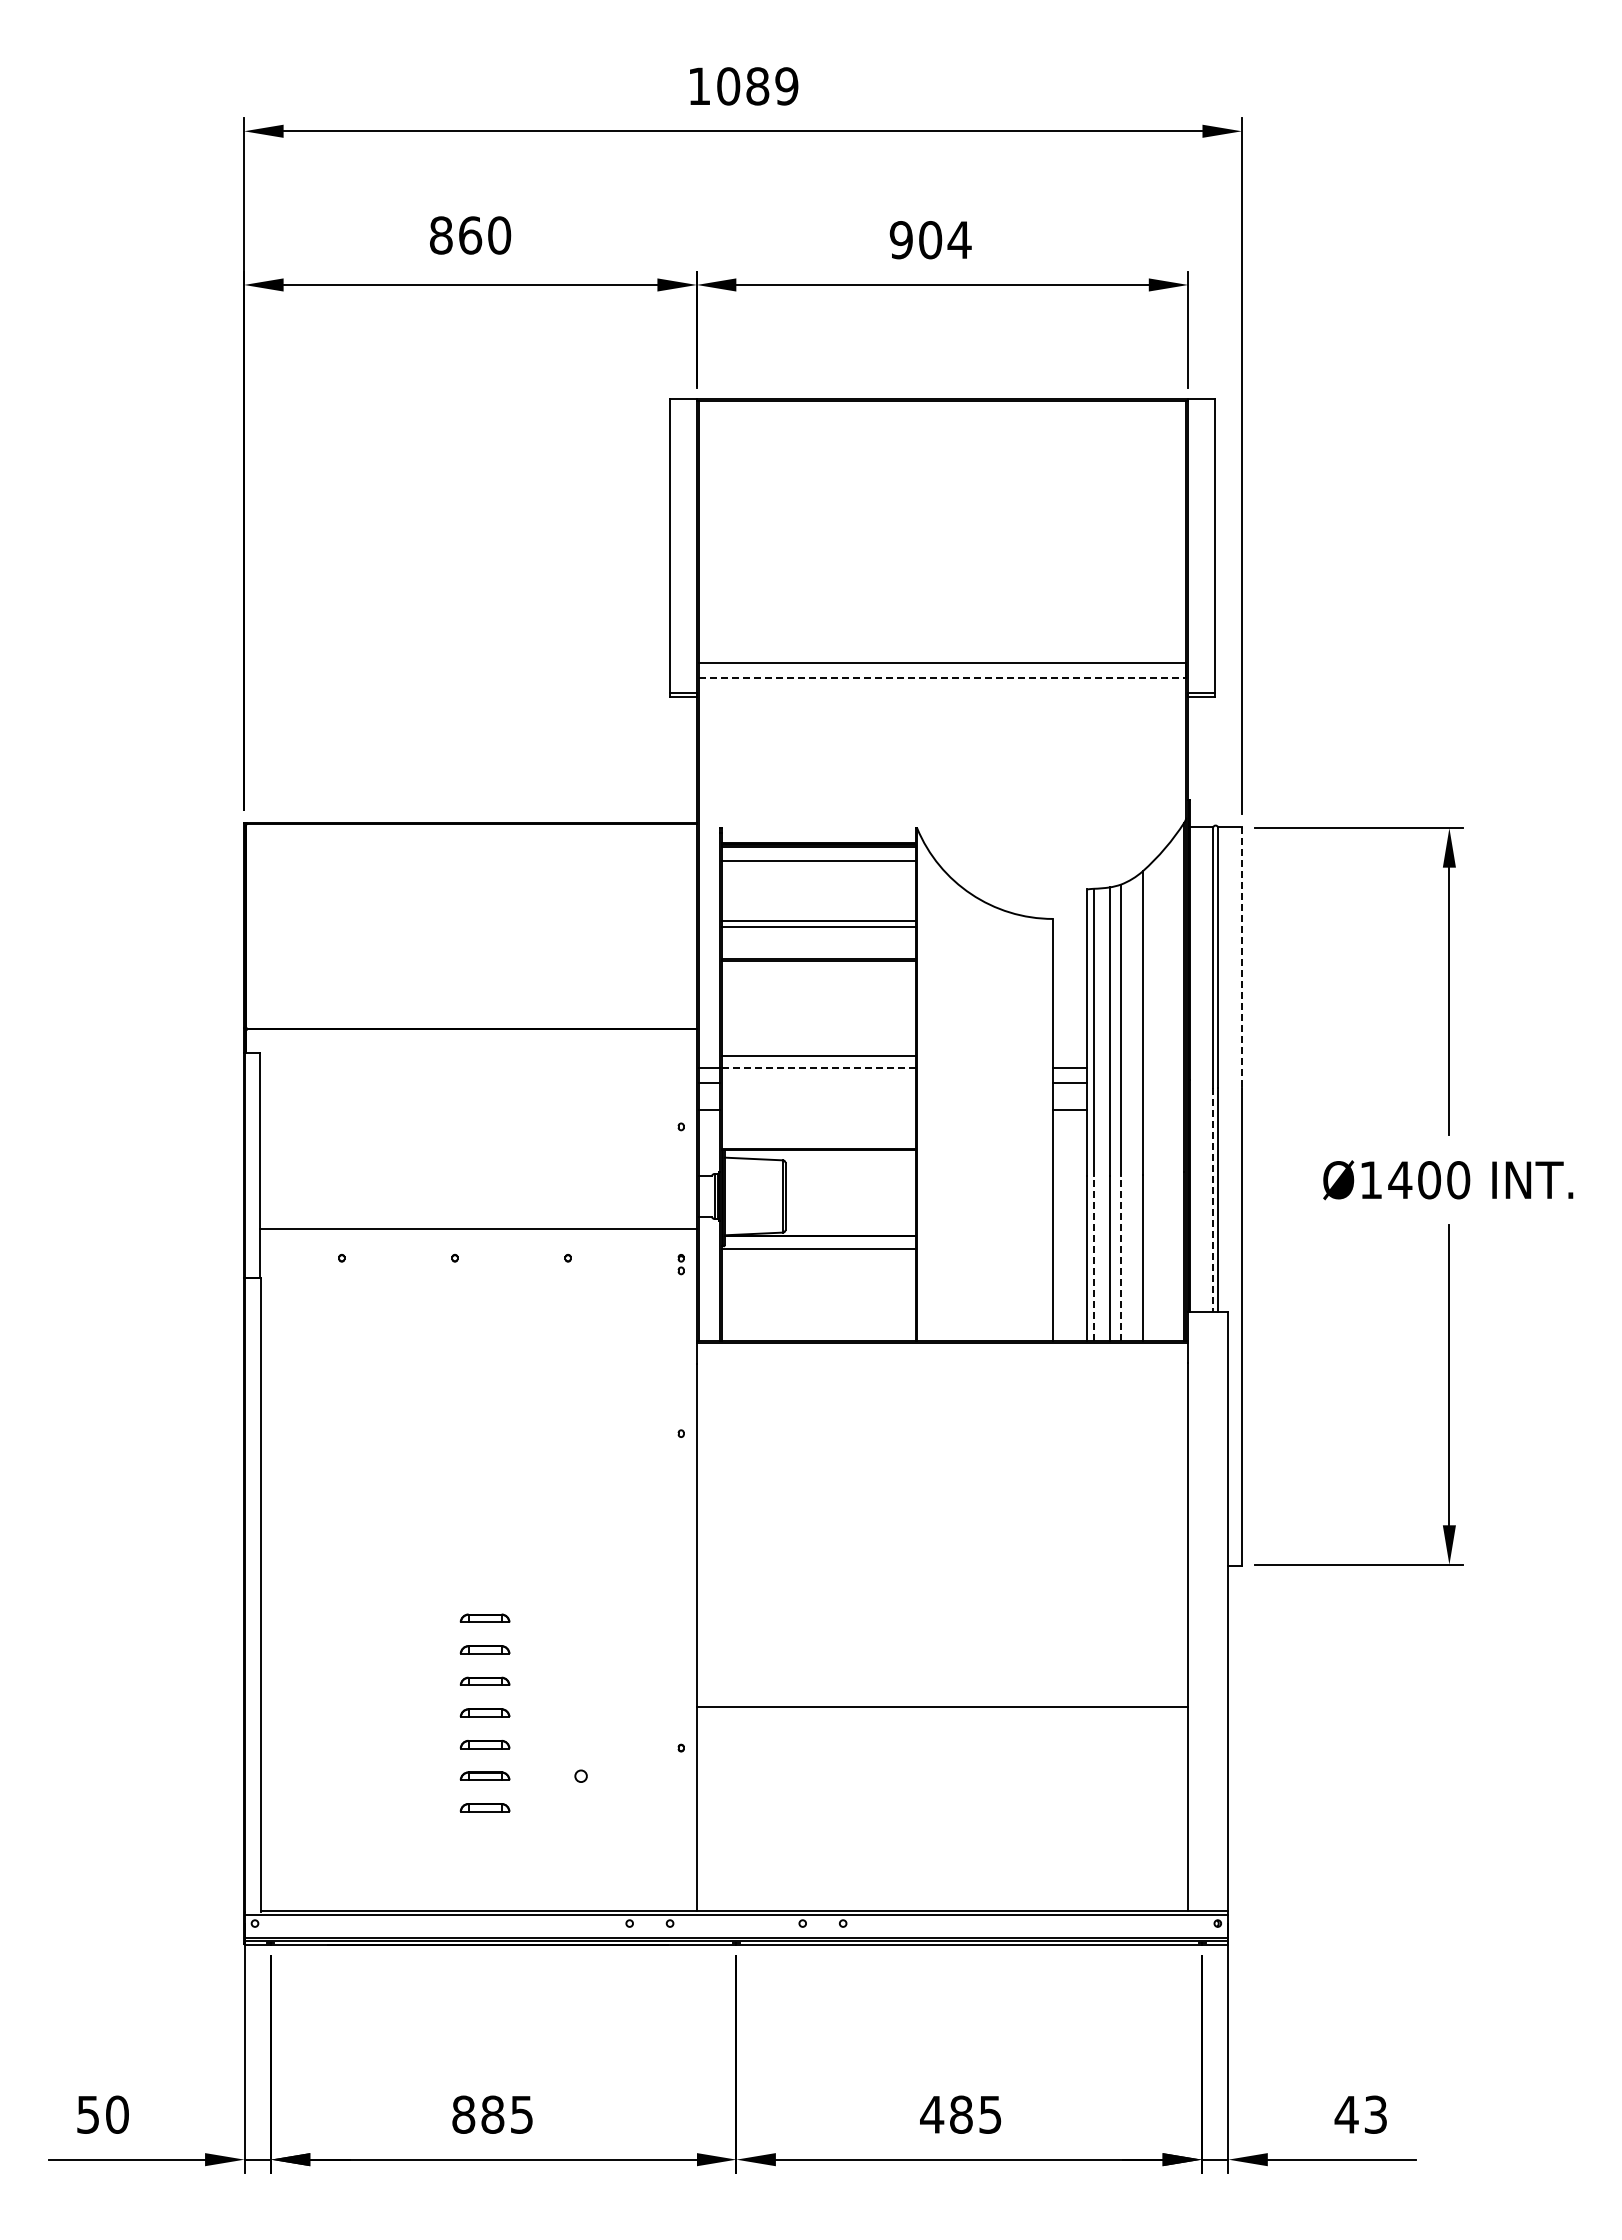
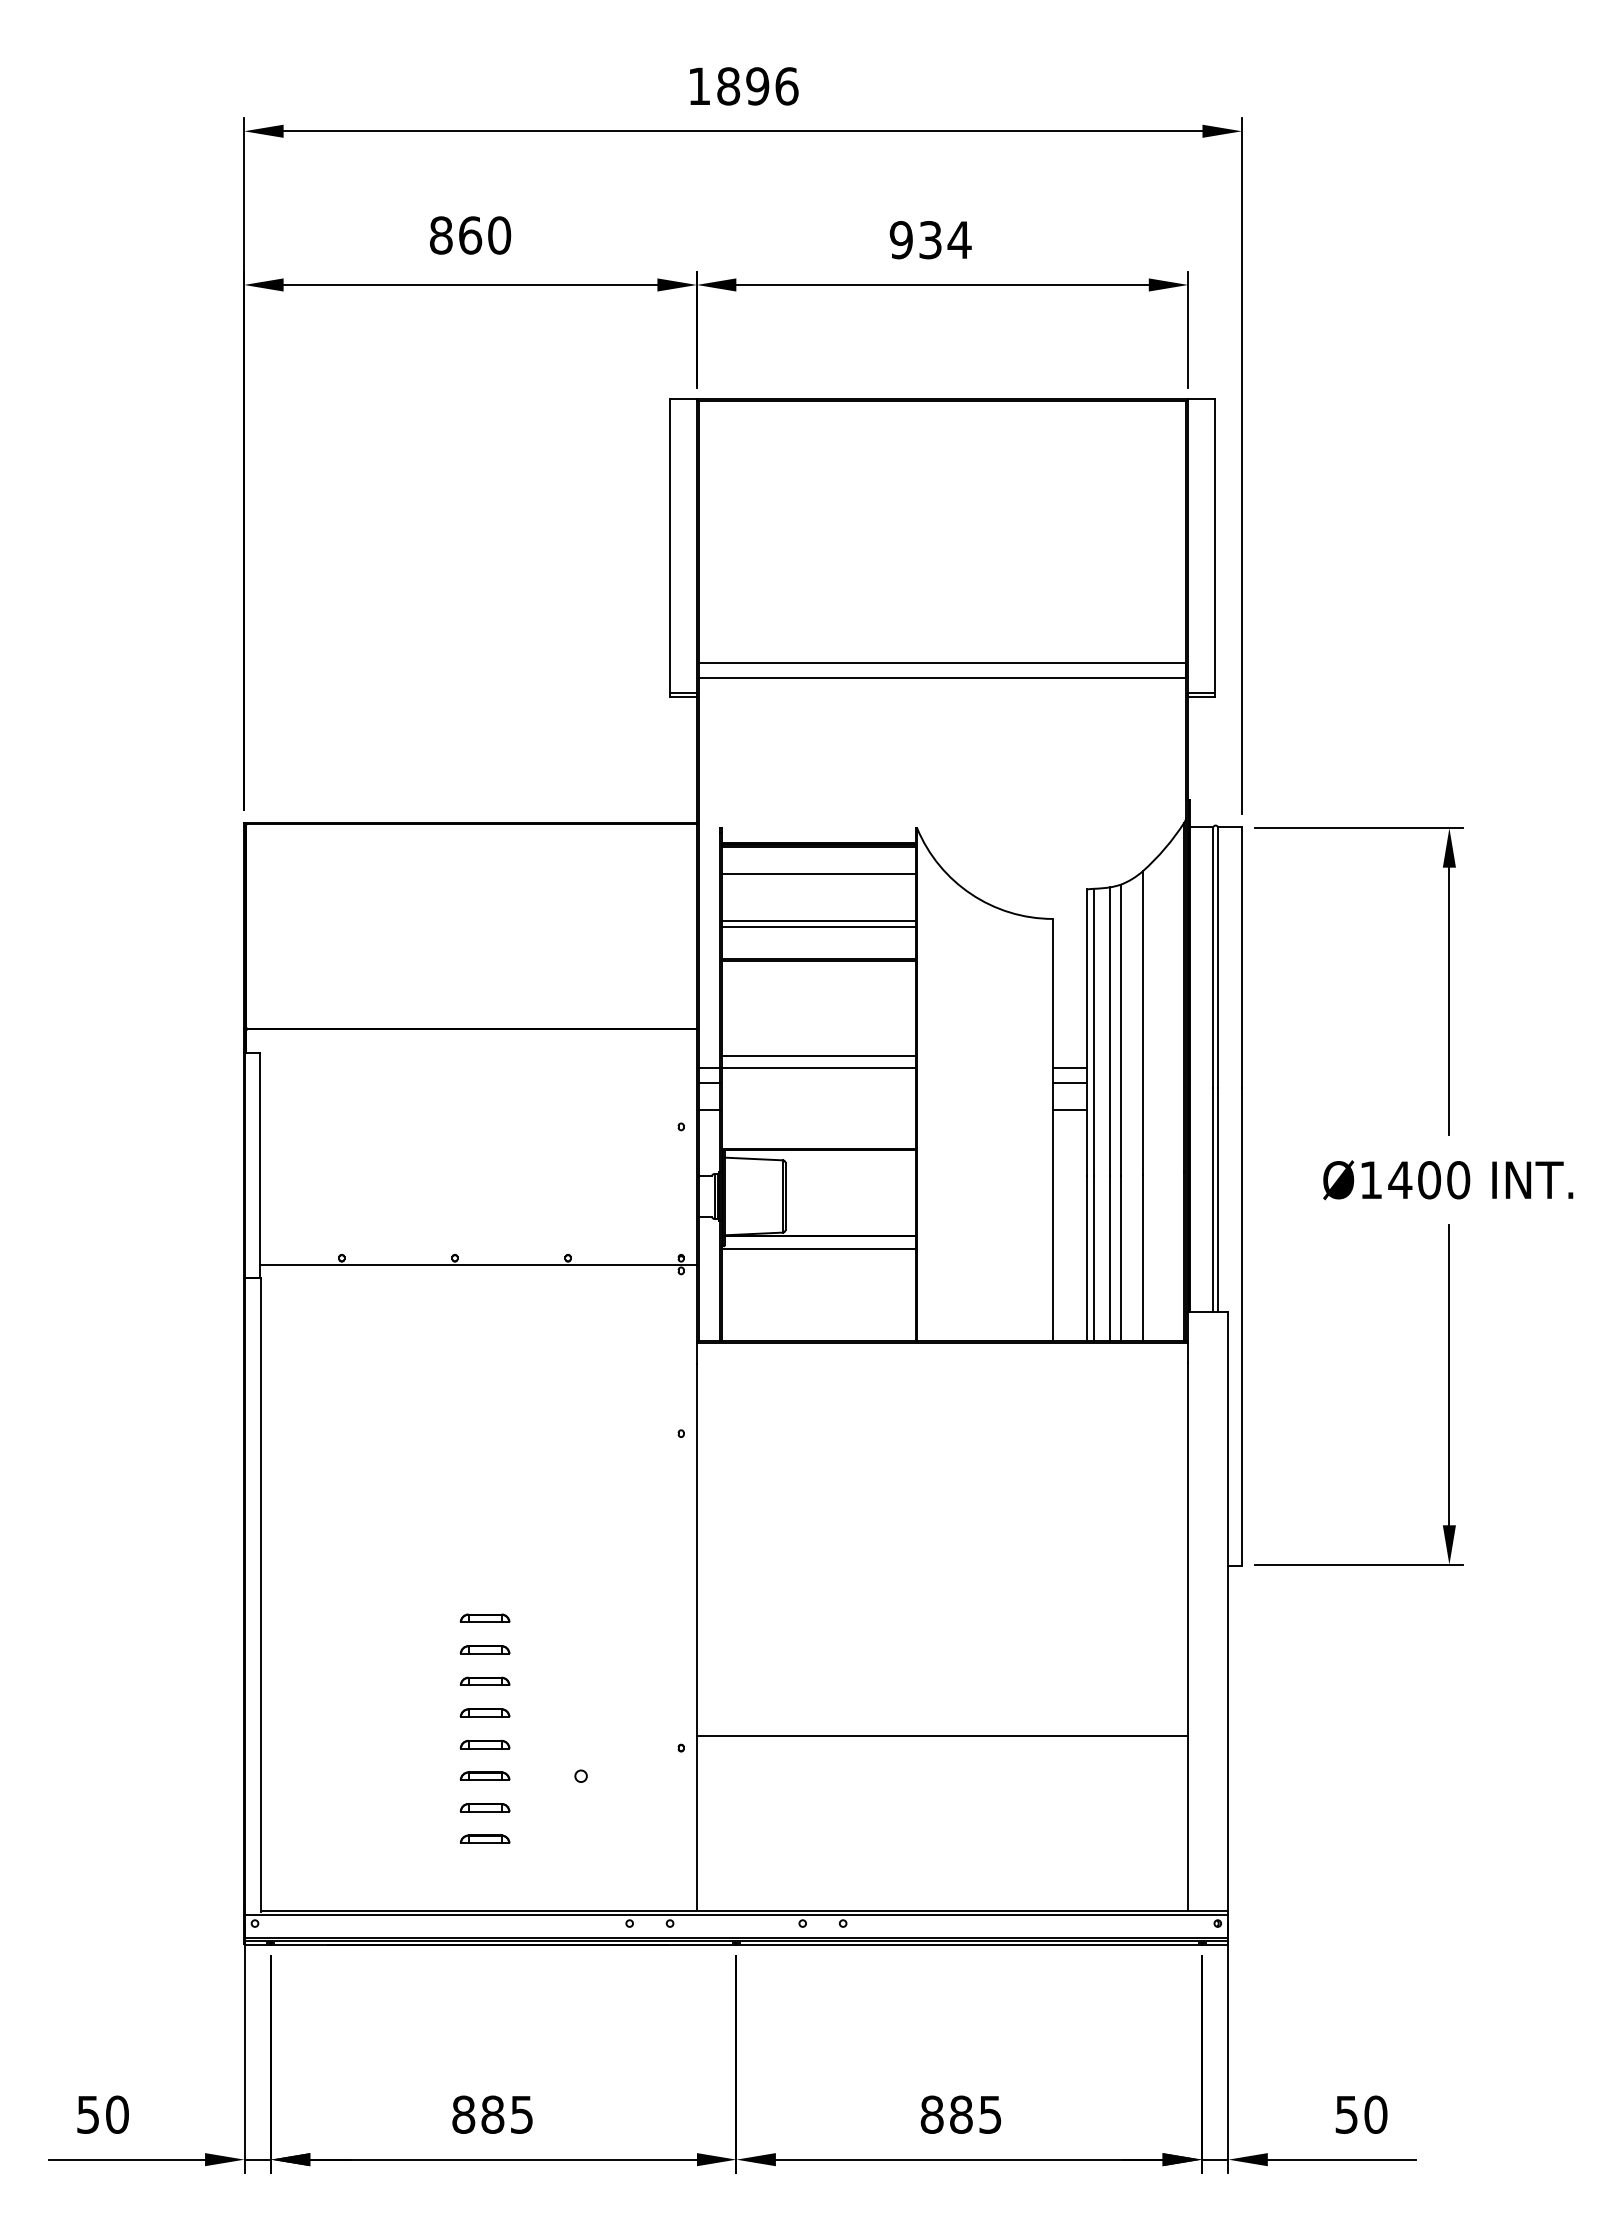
text at (757, 86): 1089 -> 1896
text at (930, 240): 904 -> 934
line at (942, 677): dashed -> solid
line at (819, 860) position: (819, 860) -> (819, 873)
line at (1241, 958): dashed -> solid
line at (819, 1067): dashed -> solid
line at (1213, 1200): dashed -> solid
line at (478, 1228) position: (478, 1228) -> (478, 1264)
line at (1093, 1258): dashed -> solid
line at (1121, 1258): dashed -> solid
line at (942, 1706) position: (942, 1706) -> (942, 1735)
part at (484, 1838): none -> present
text at (932, 2114): 485 -> 885
text at (1360, 2114): 43 -> 50
